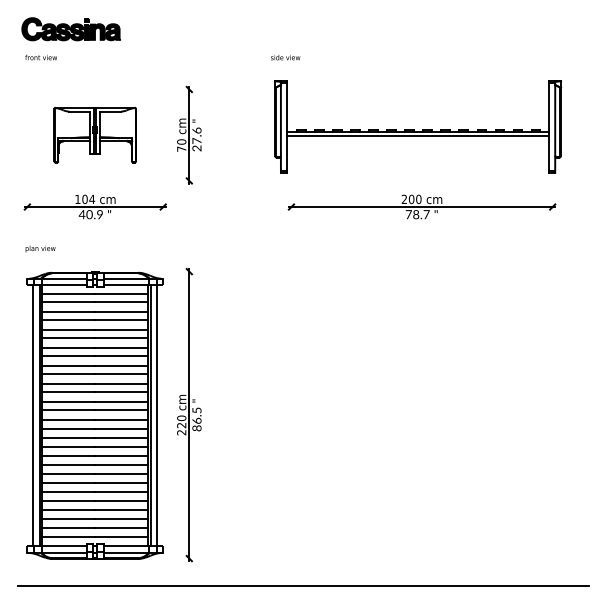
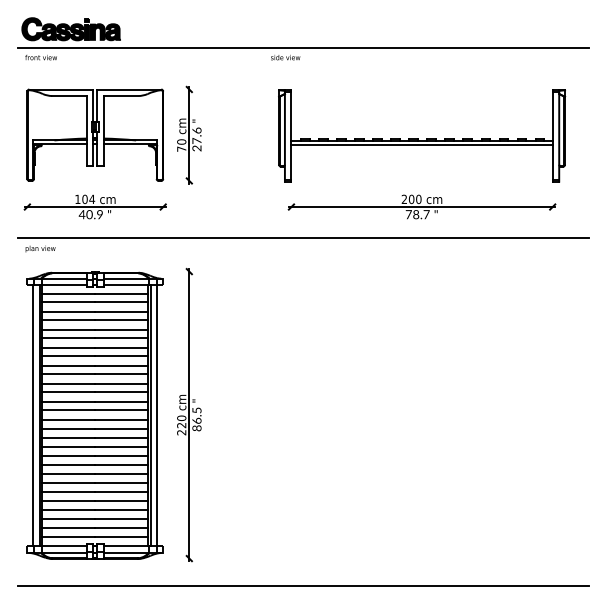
line at (303, 48): none -> present
part at (418, 126) position: (418, 126) -> (422, 135)
part at (94, 134) size: 84x58 px -> 138x94 px
line at (303, 238): none -> present
